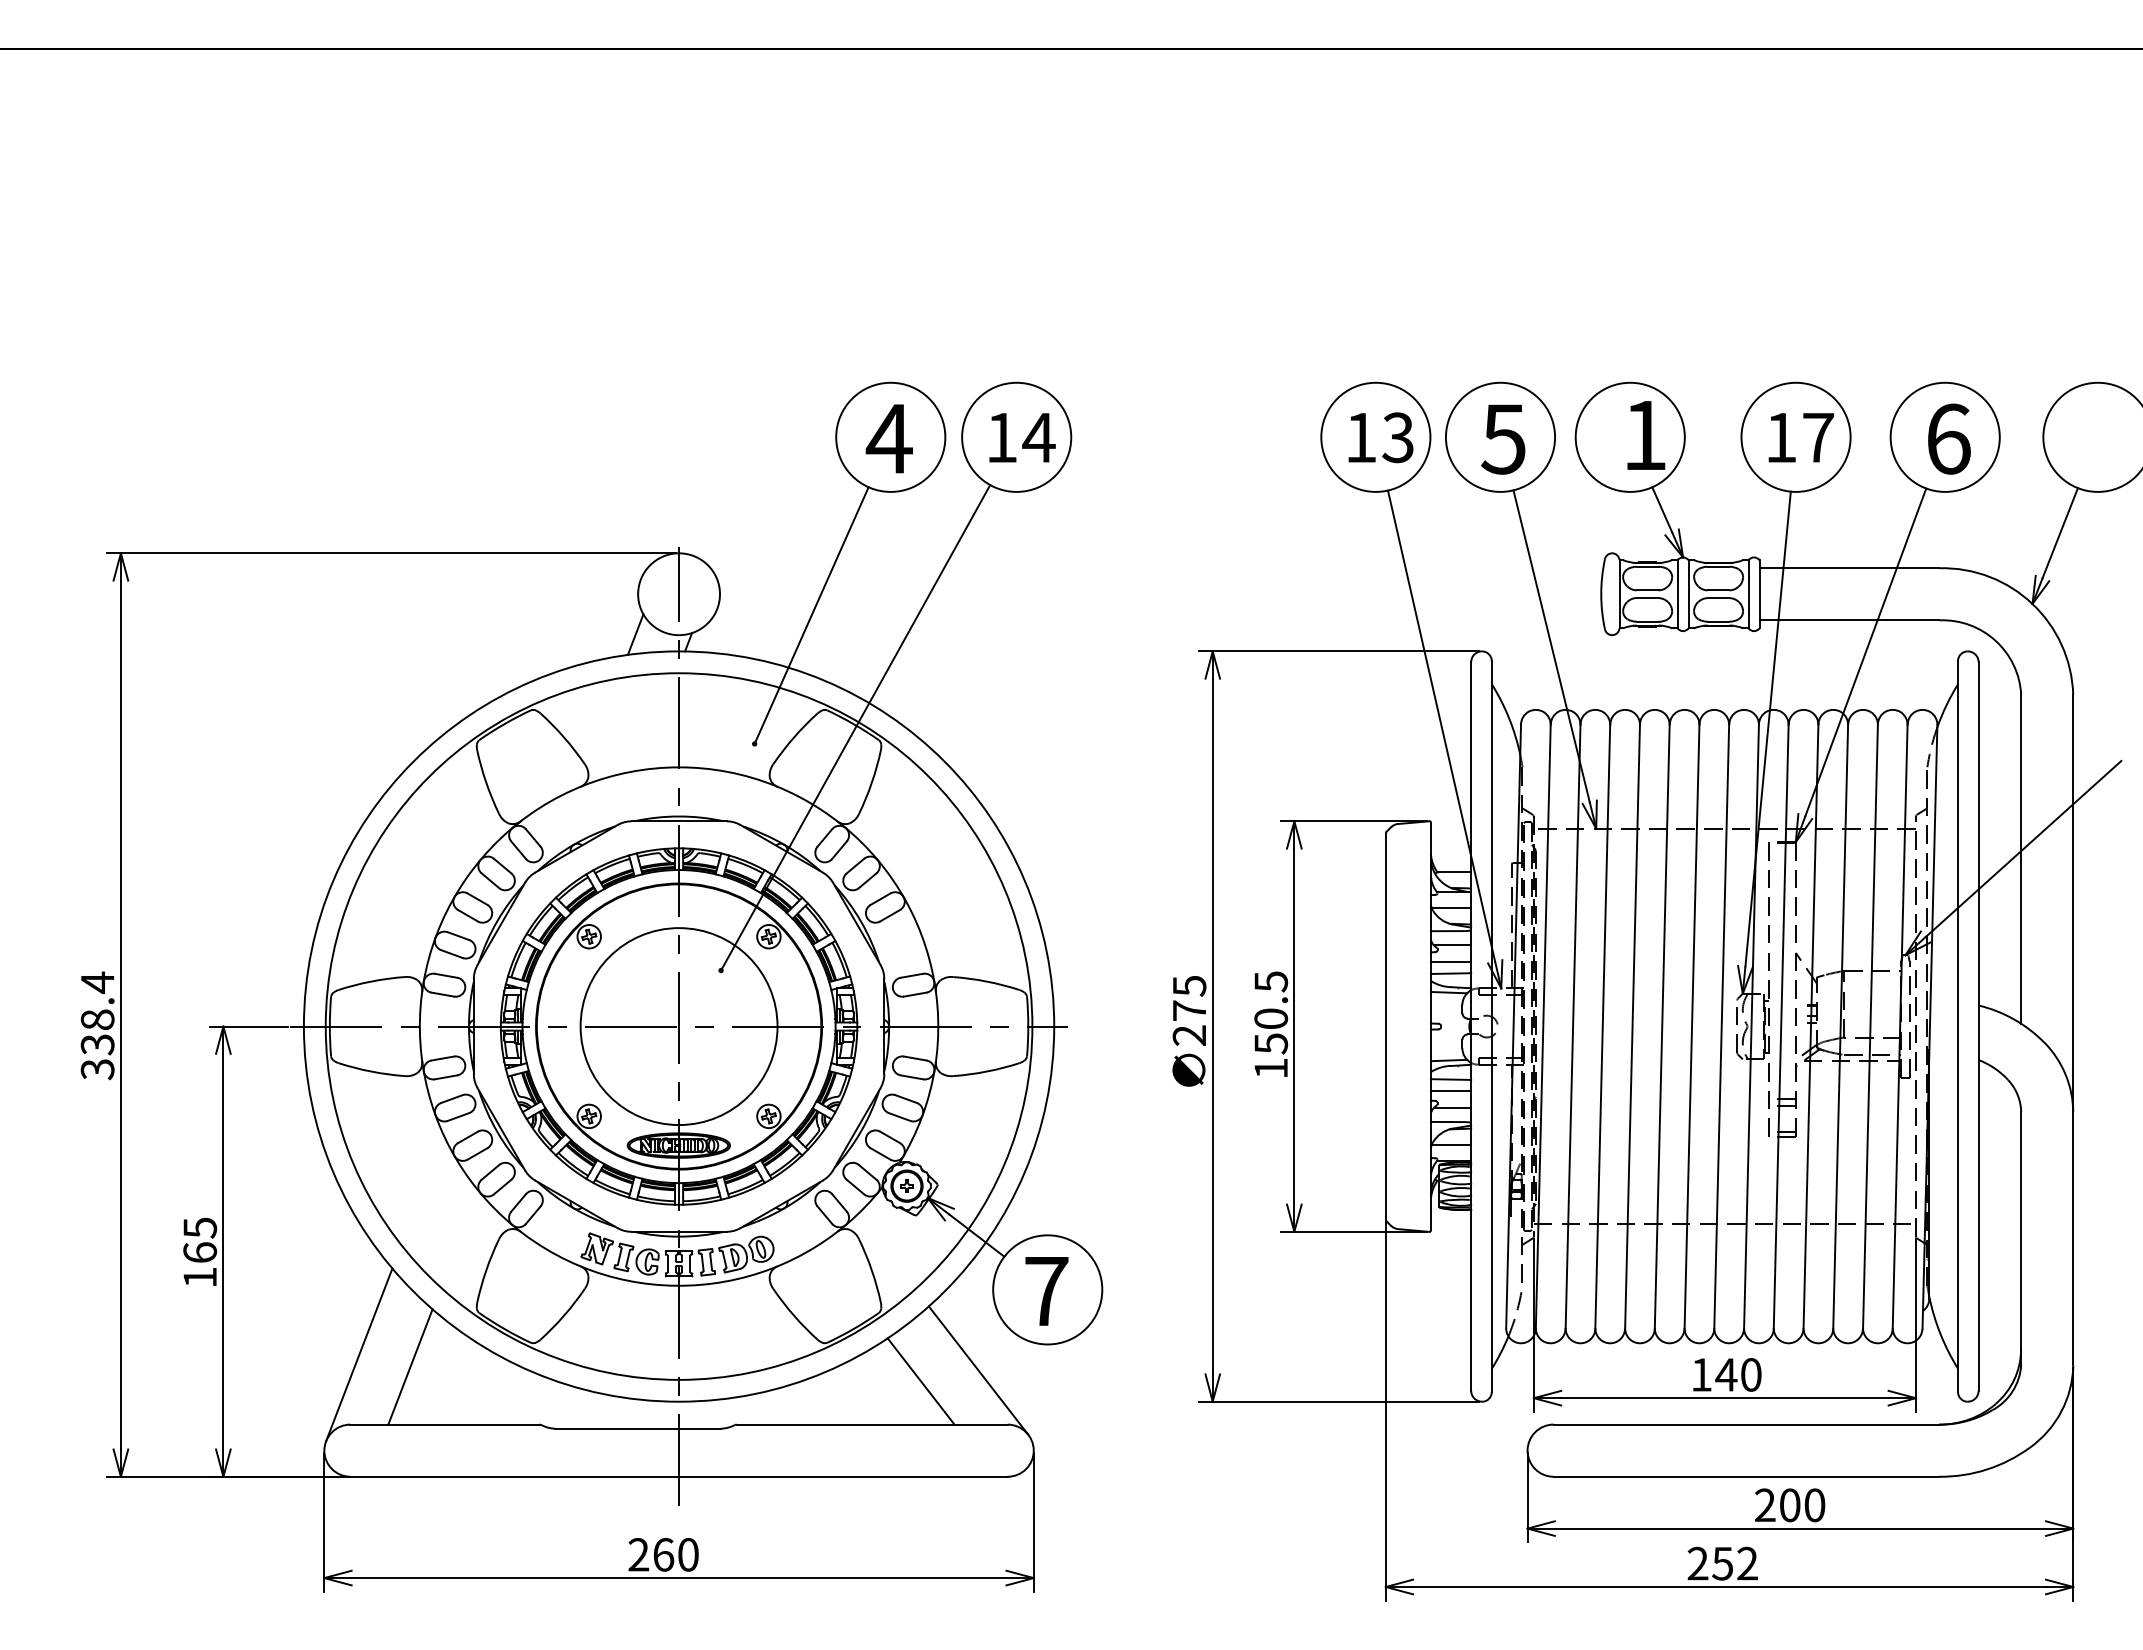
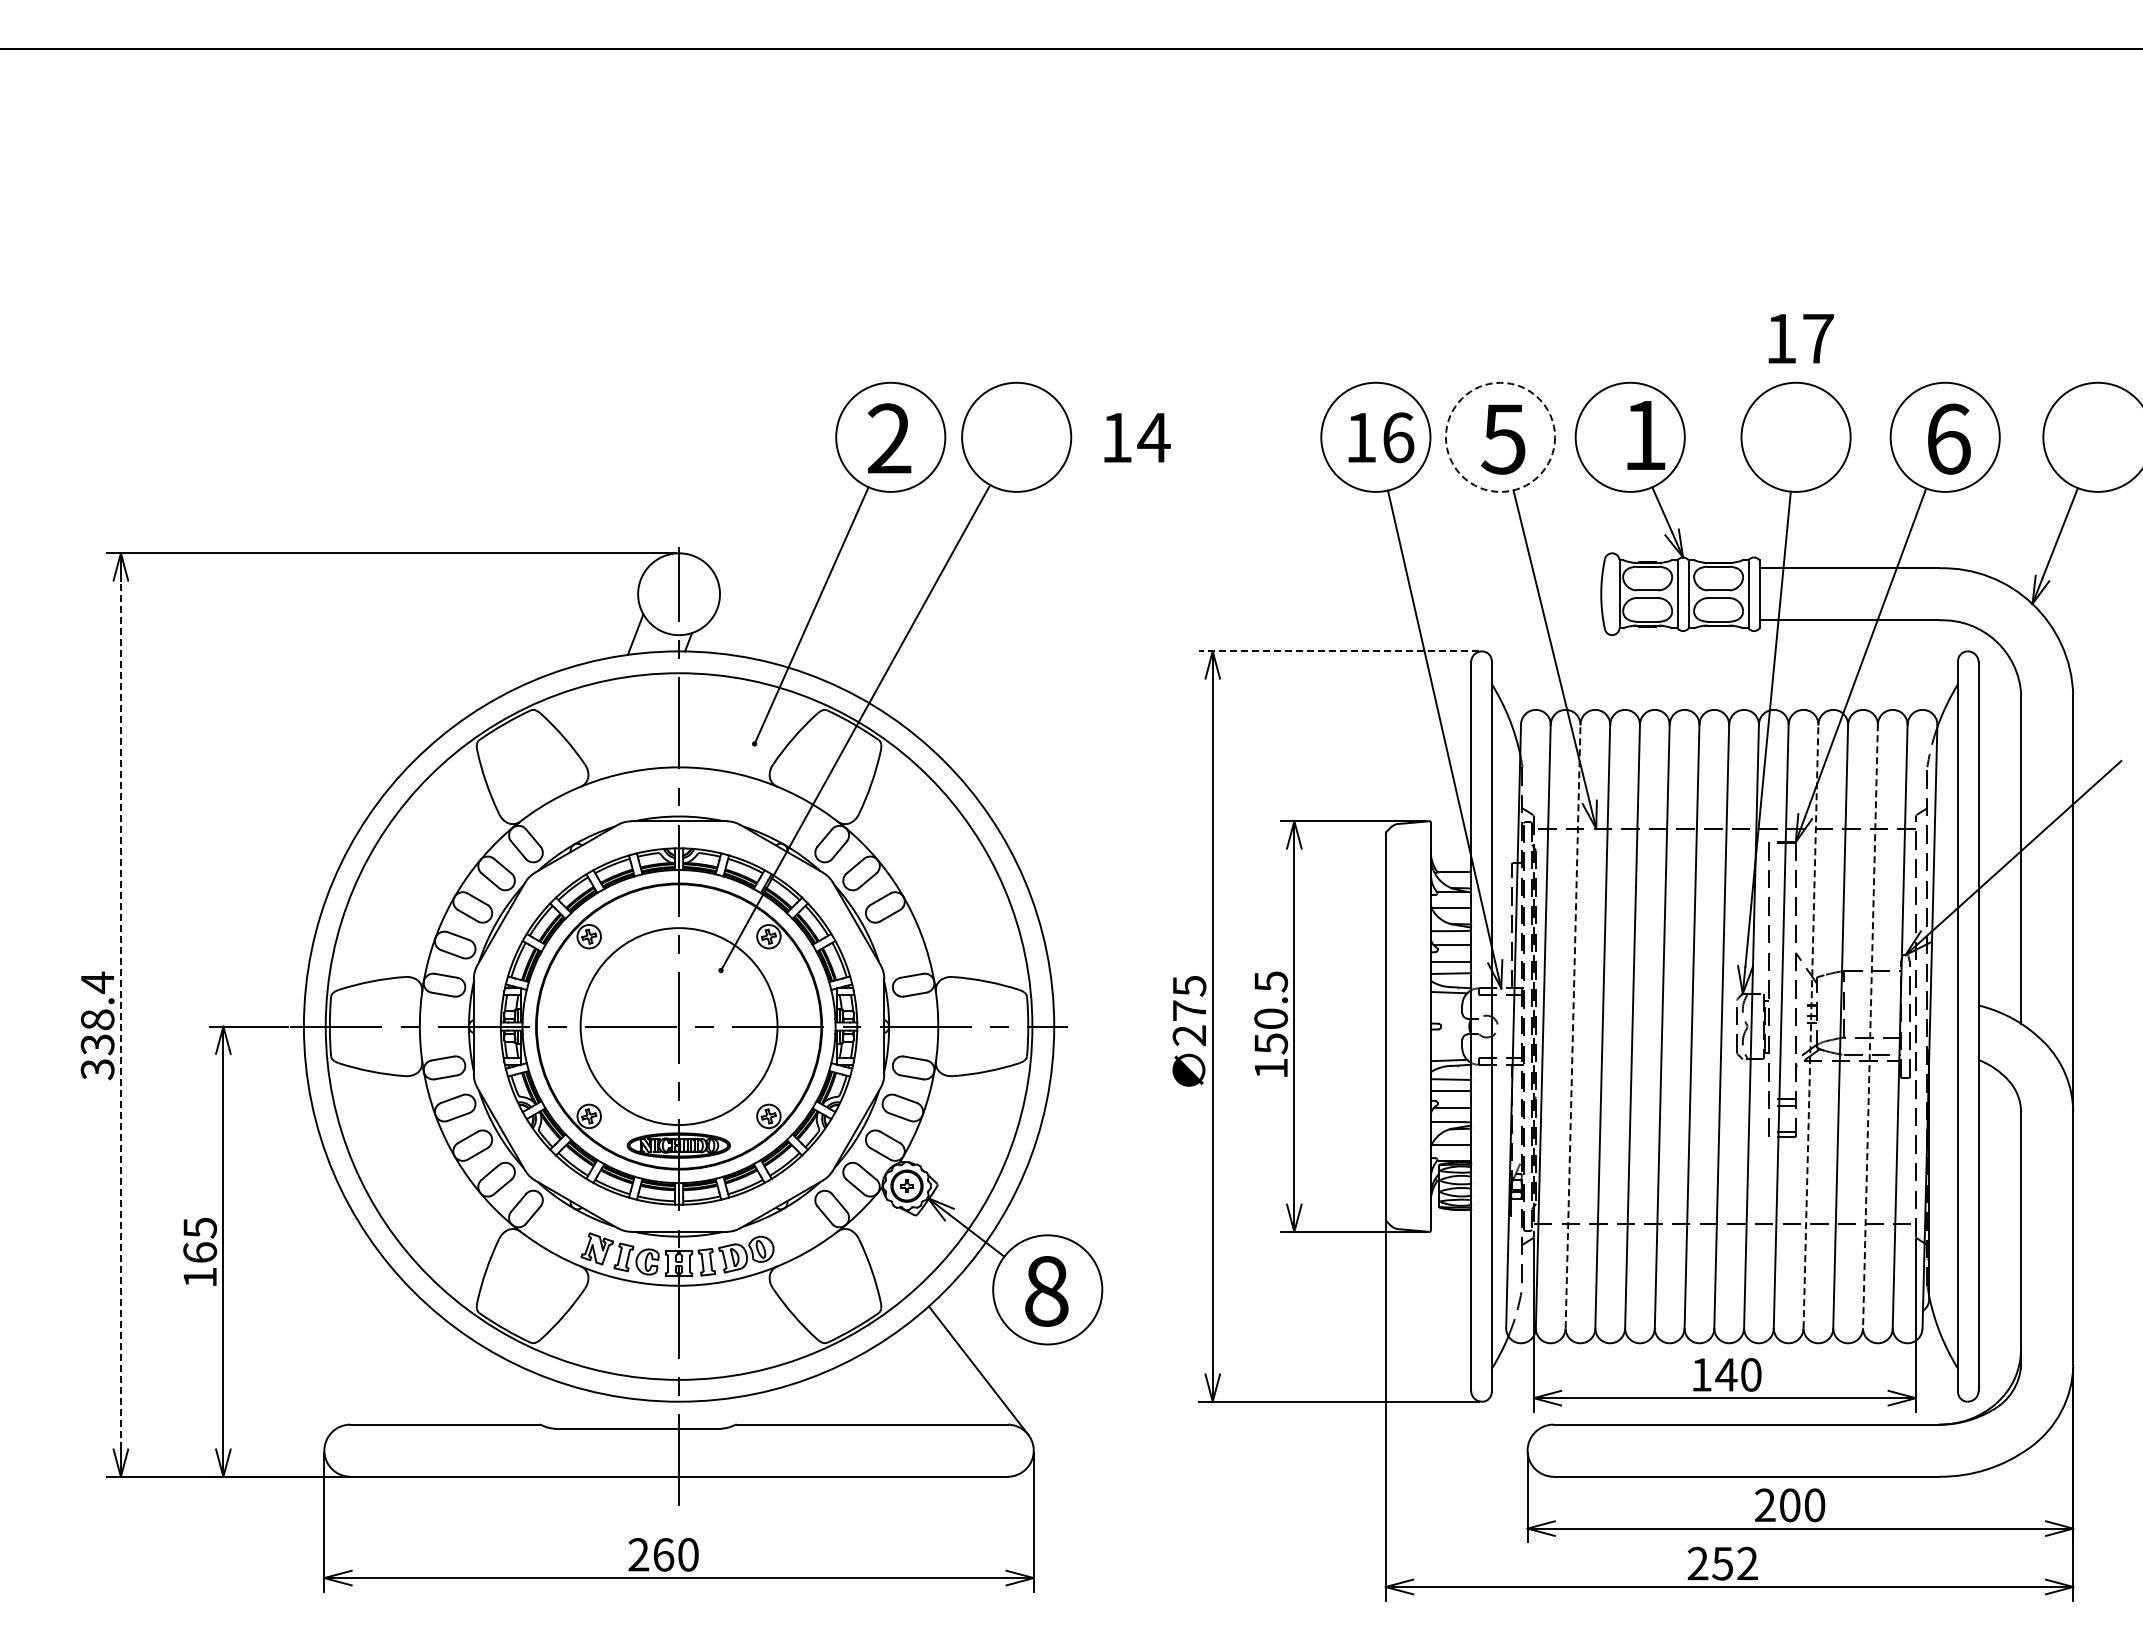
circle at (1500, 436): solid -> dashed
text at (1022, 437) position: (1022, 437) -> (1137, 437)
text at (1398, 437): 13 -> 16
text at (1800, 437) position: (1800, 437) -> (1800, 338)
text at (888, 438): 4 -> 2
line at (1338, 651): solid -> dashed
line at (120, 1014): solid -> dashed
line at (1573, 1025): solid -> dashed
line at (1811, 1025): solid -> dashed
line at (1870, 1026): solid -> dashed
text at (1046, 1291): 7 -> 8
line at (359, 1354): present -> none
line at (410, 1366): present -> none
line at (920, 1381): present -> none
